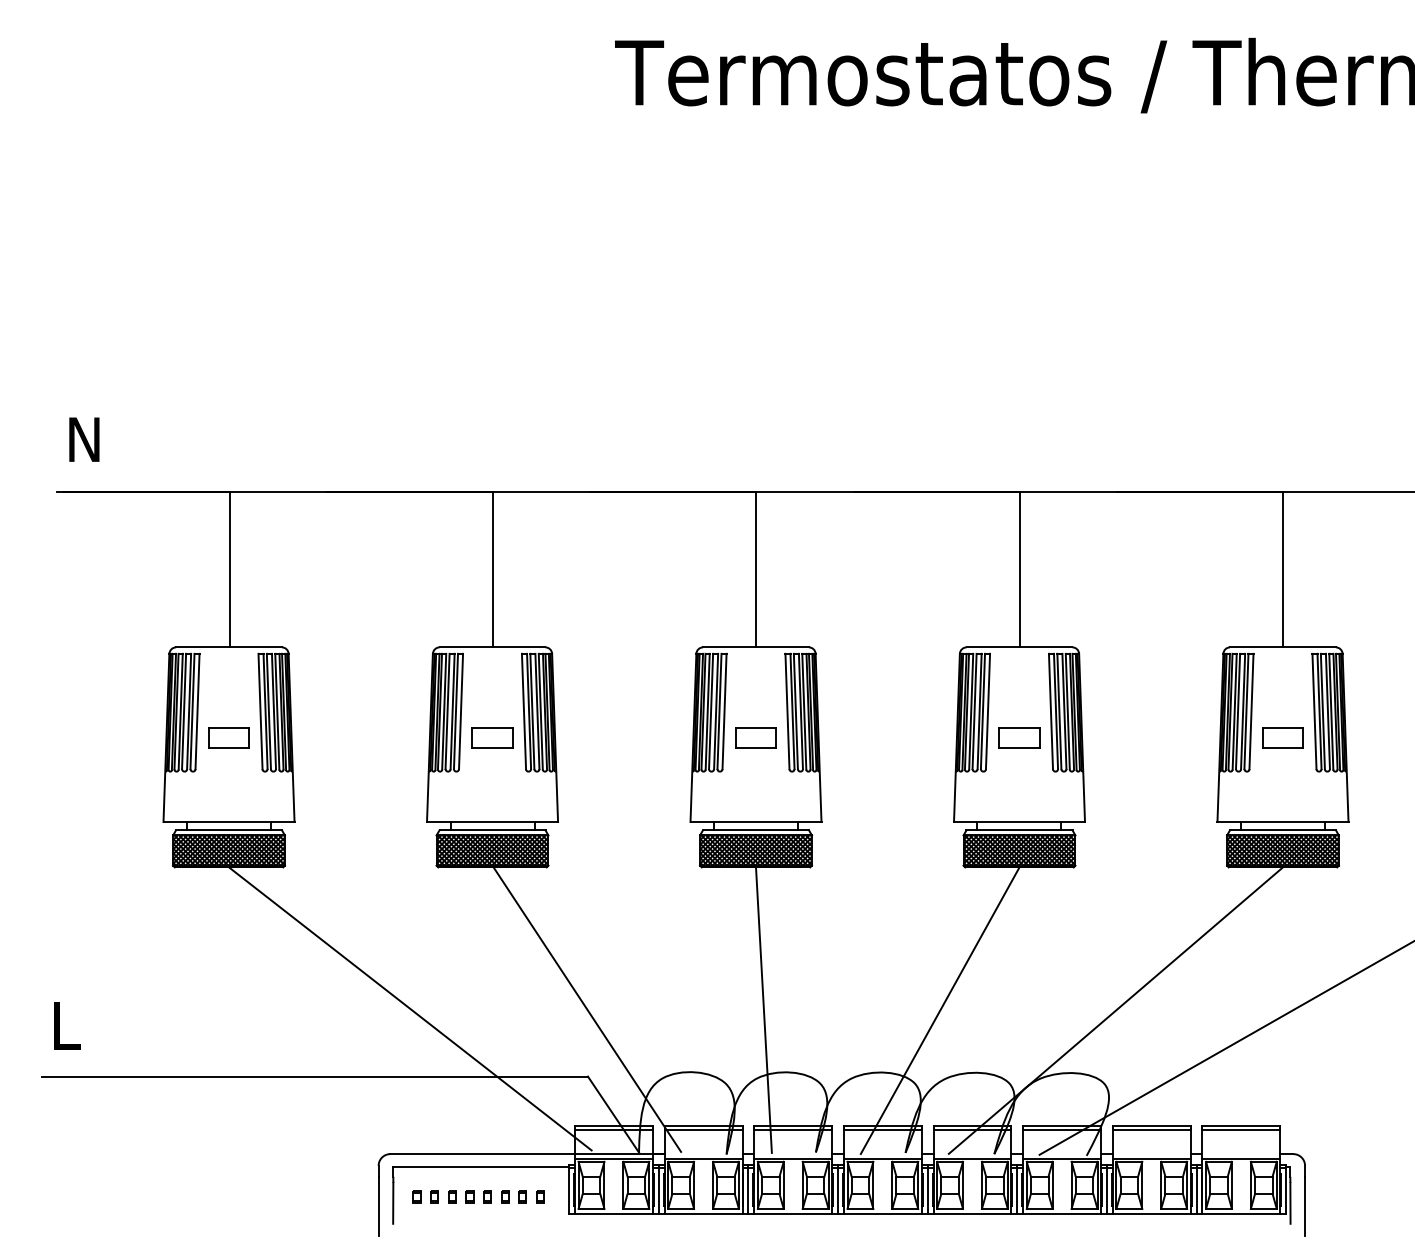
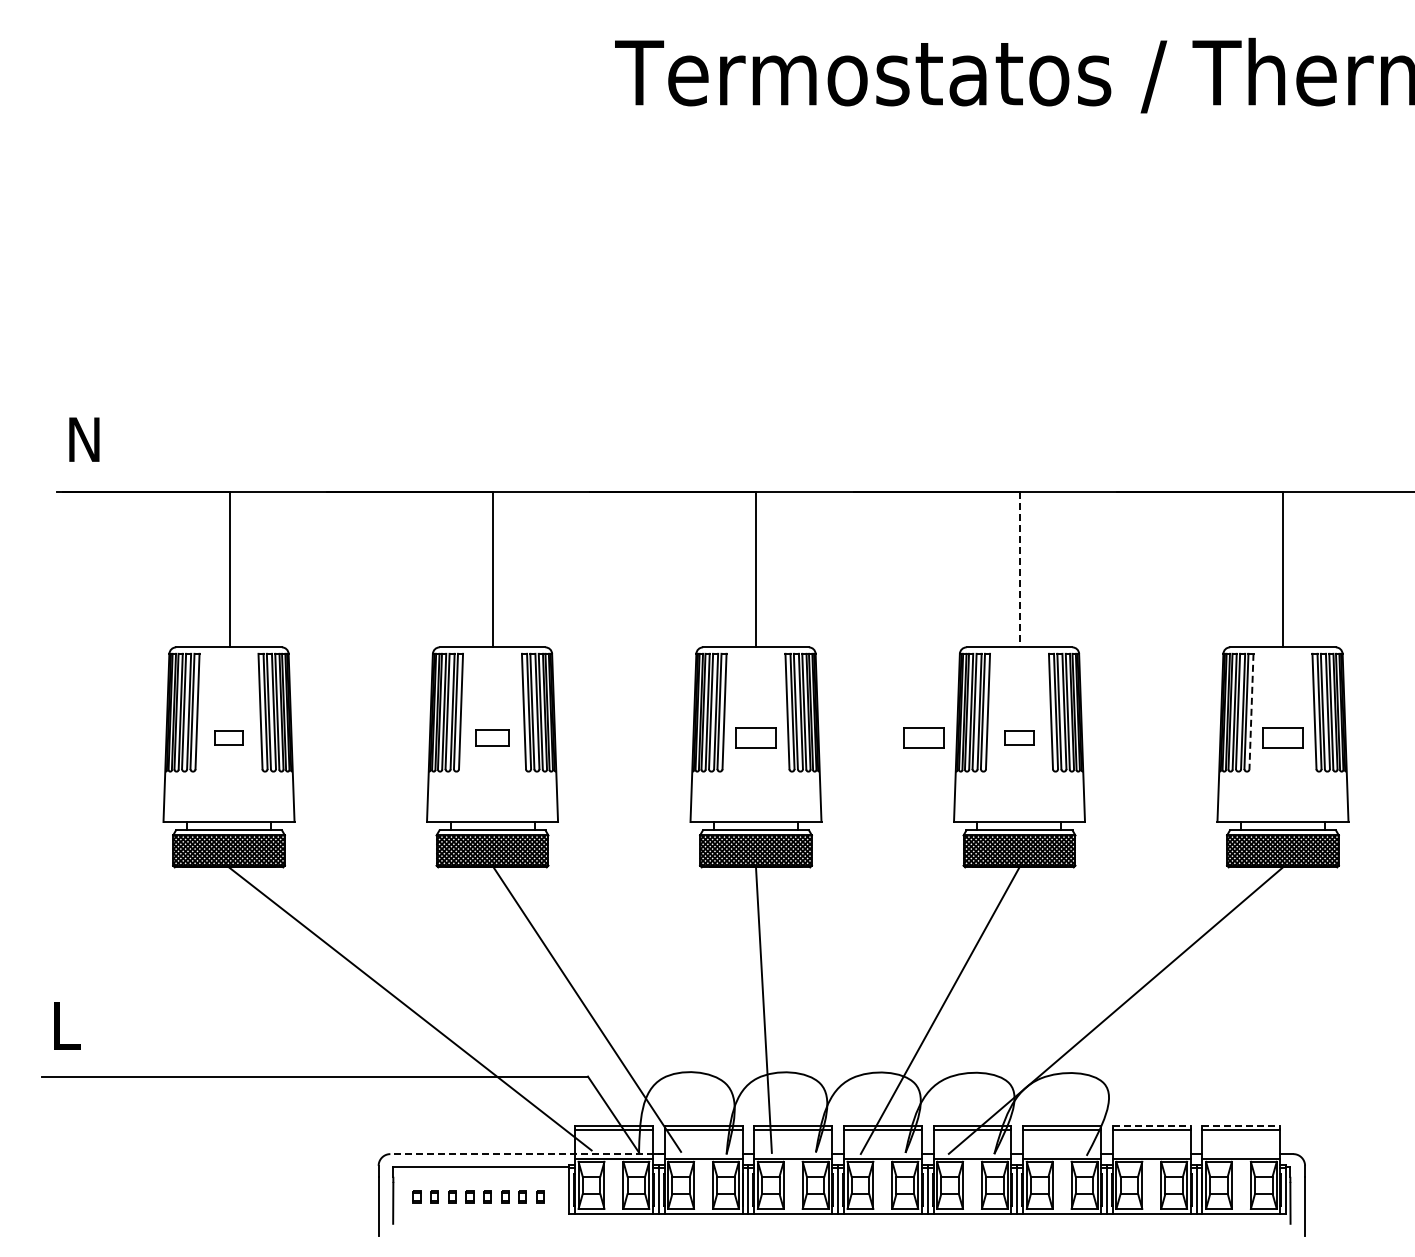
line at (1019, 569): solid -> dashed
line at (1251, 711): solid -> dashed
part at (228, 737) size: 42x22 px -> 30x16 px
part at (492, 737) size: 43x22 px -> 35x18 px
part at (923, 737): none -> present
part at (1019, 737) size: 43x22 px -> 31x16 px
line at (1225, 1048): present -> none
line at (1151, 1125): solid -> dashed
line at (1241, 1125): solid -> dashed
line at (527, 1154): solid -> dashed
